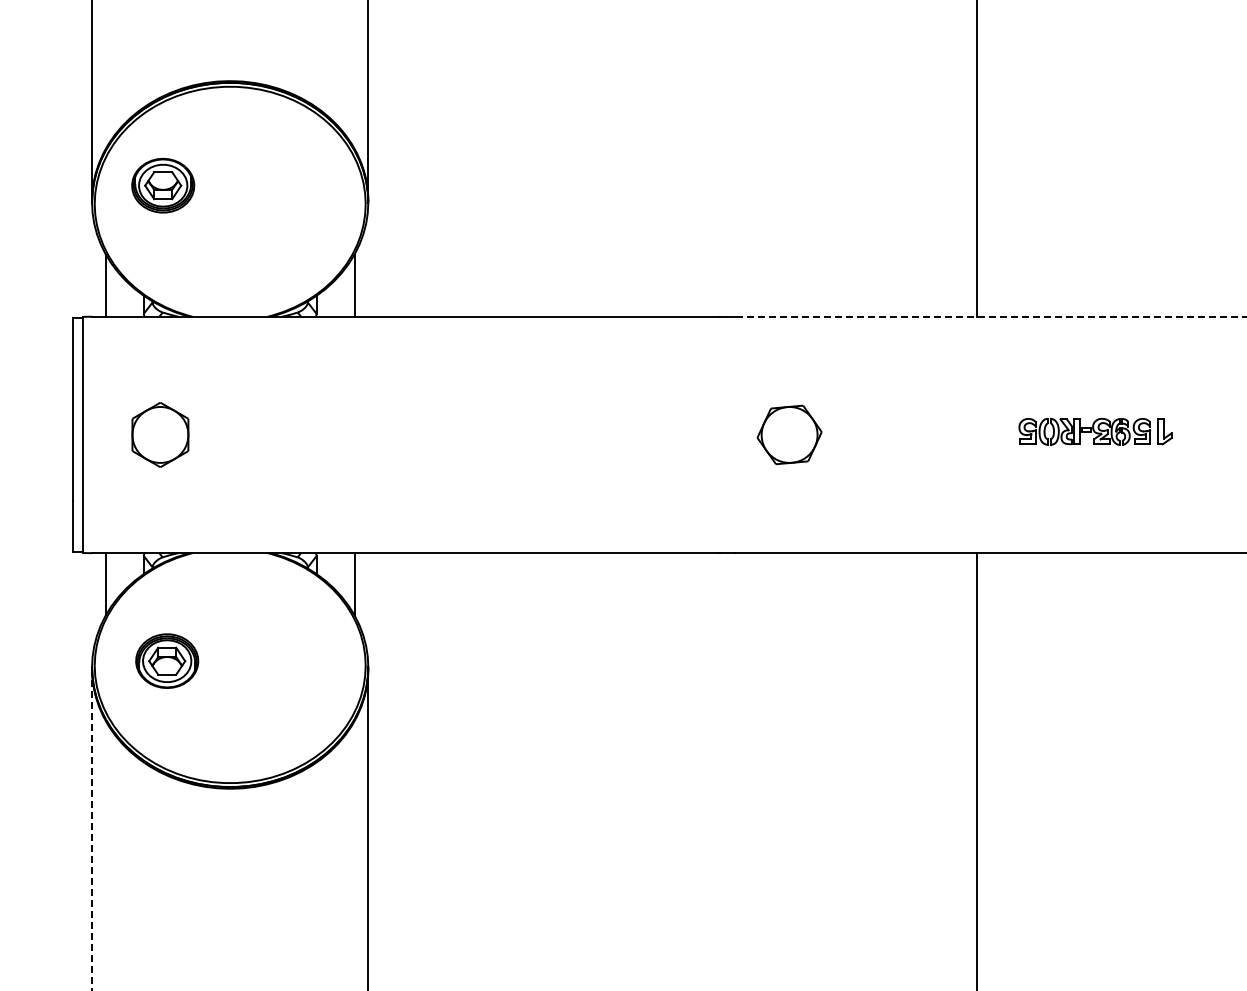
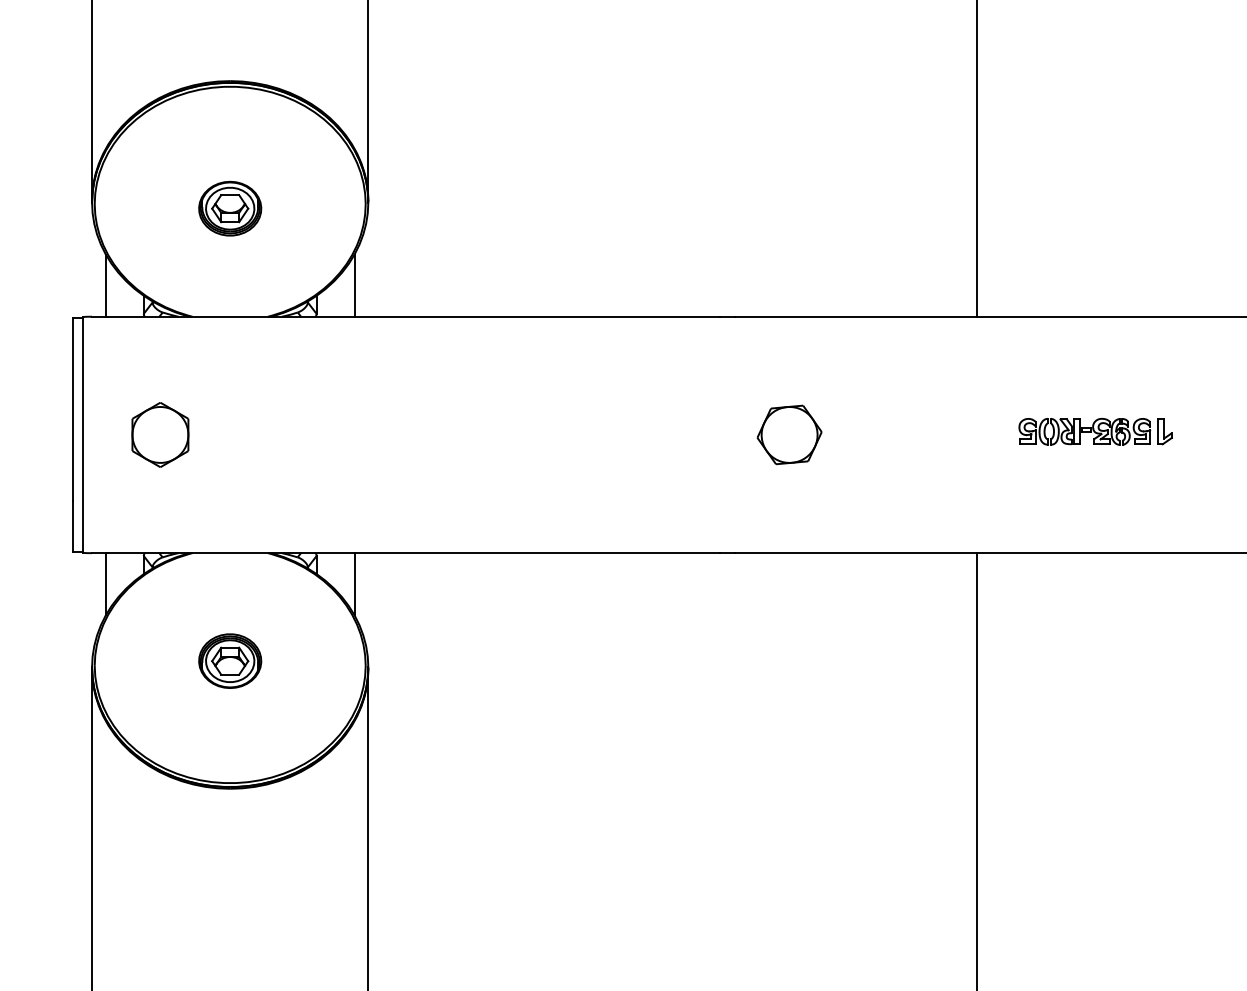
part at (163, 185) position: (163, 185) -> (230, 208)
line at (991, 316): dashed -> solid
part at (167, 660) position: (167, 660) -> (230, 660)
line at (92, 830): dashed -> solid
